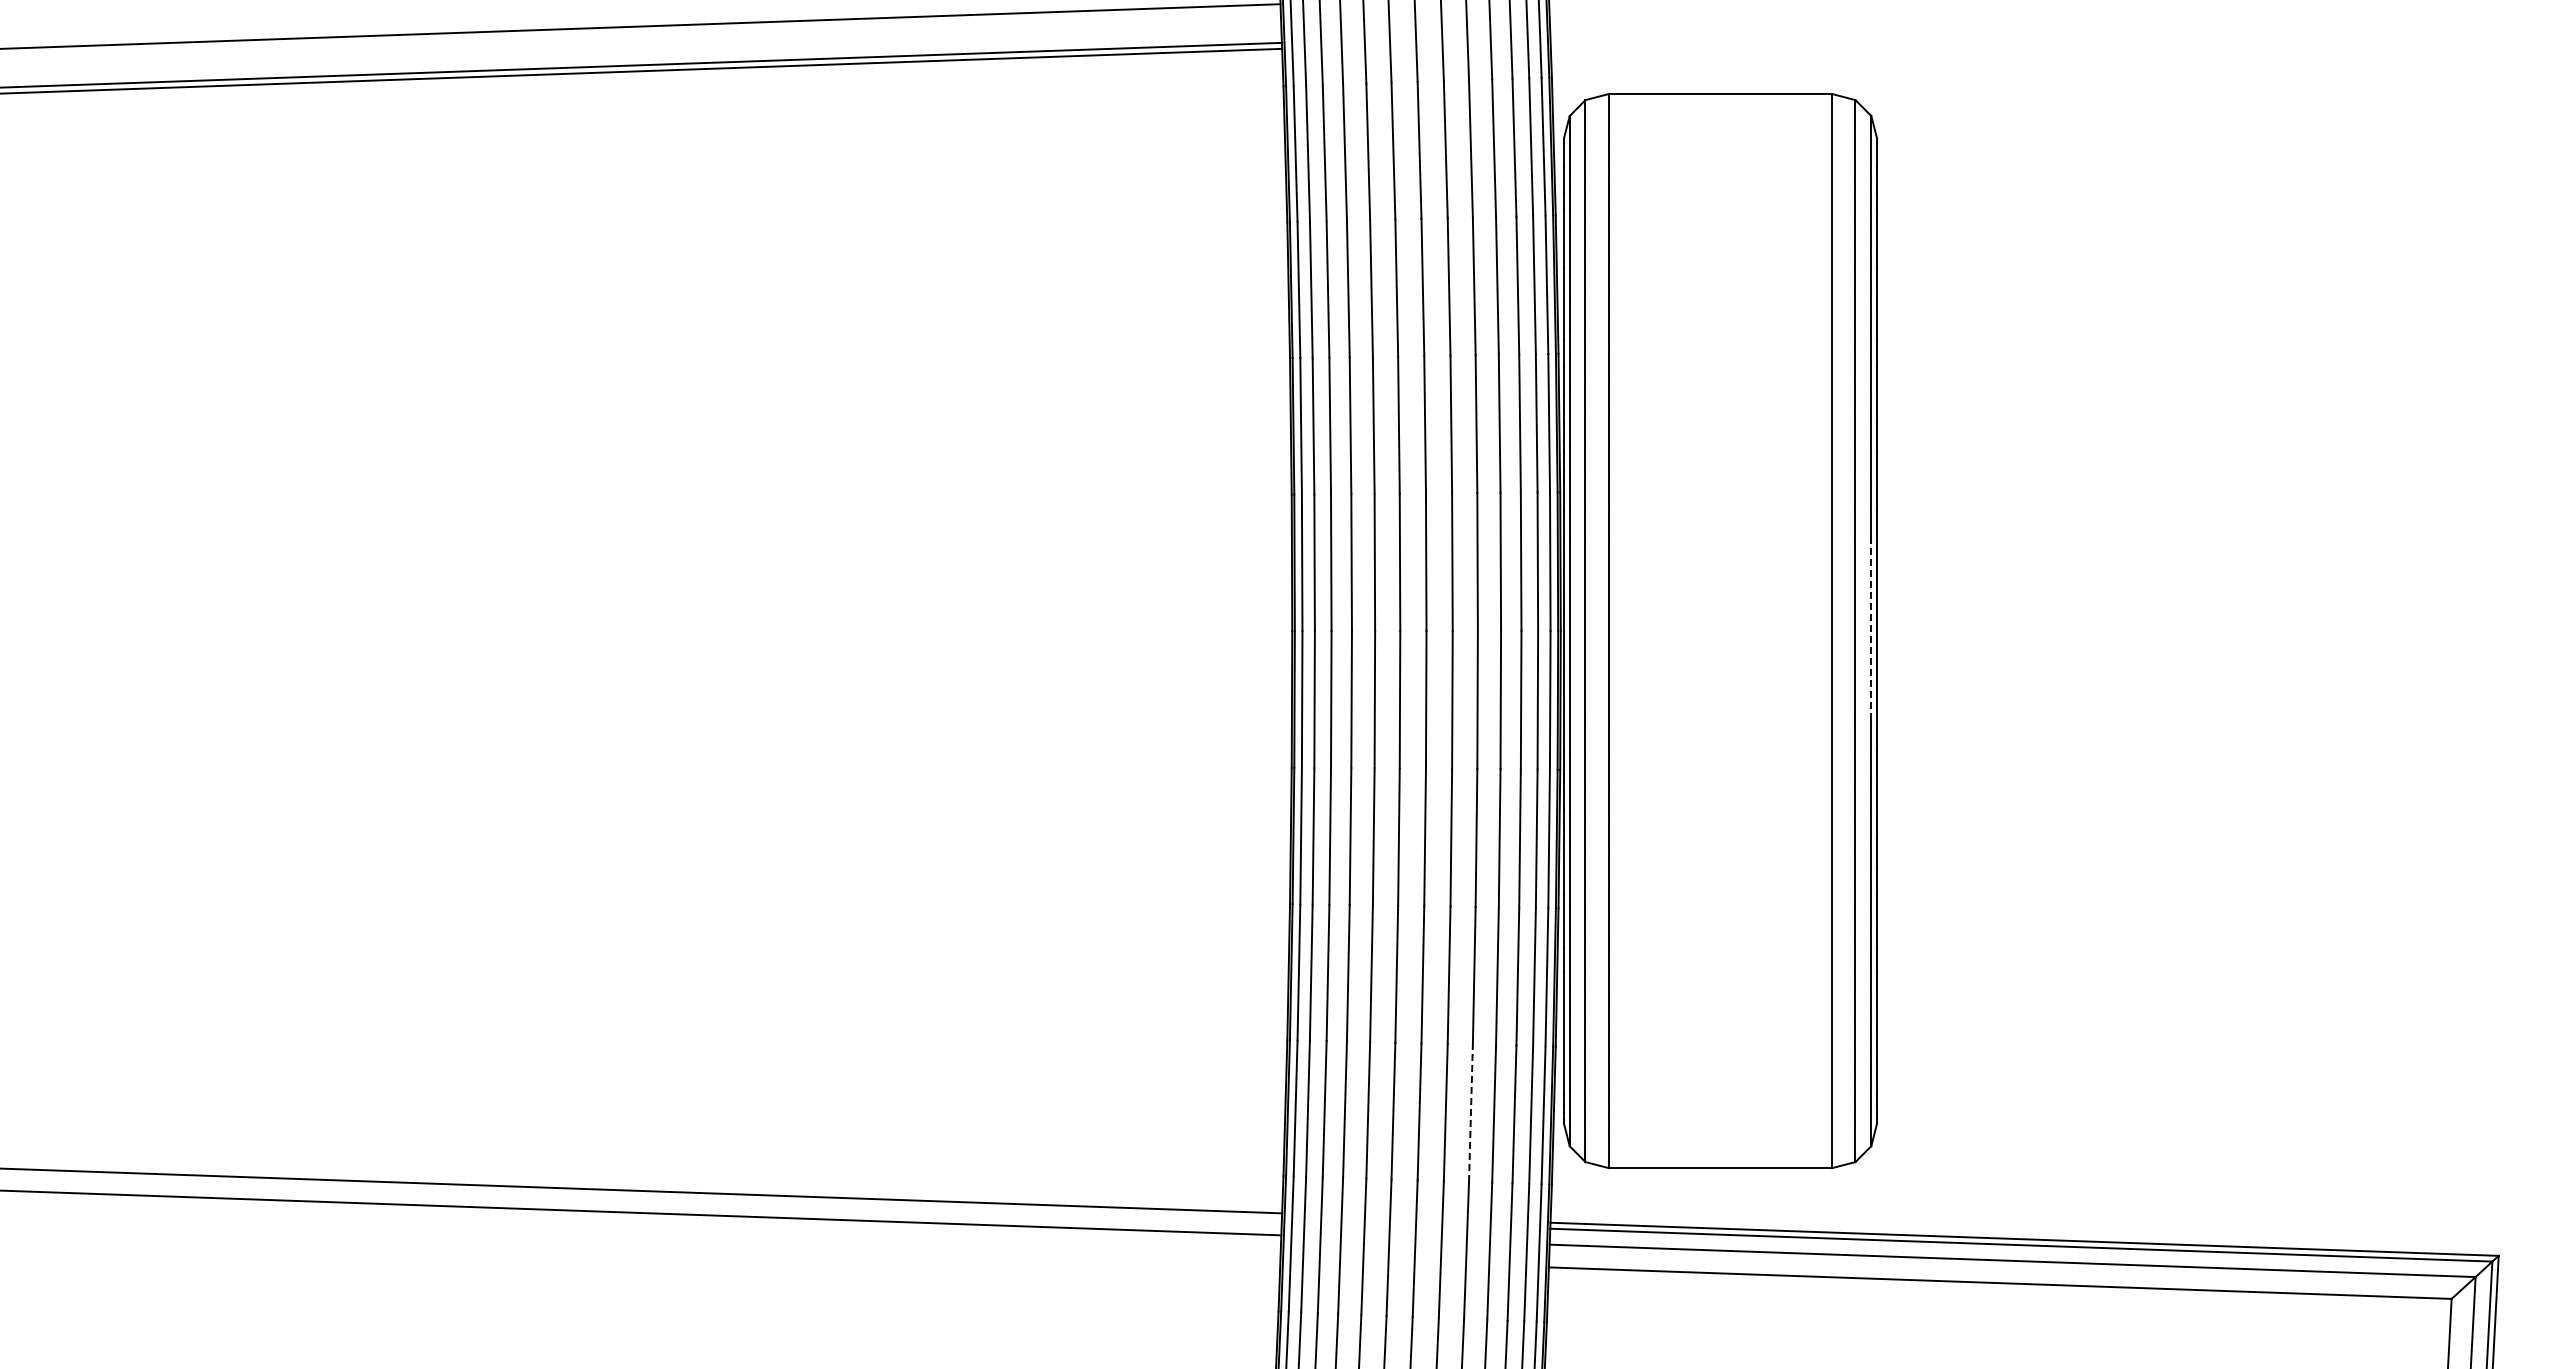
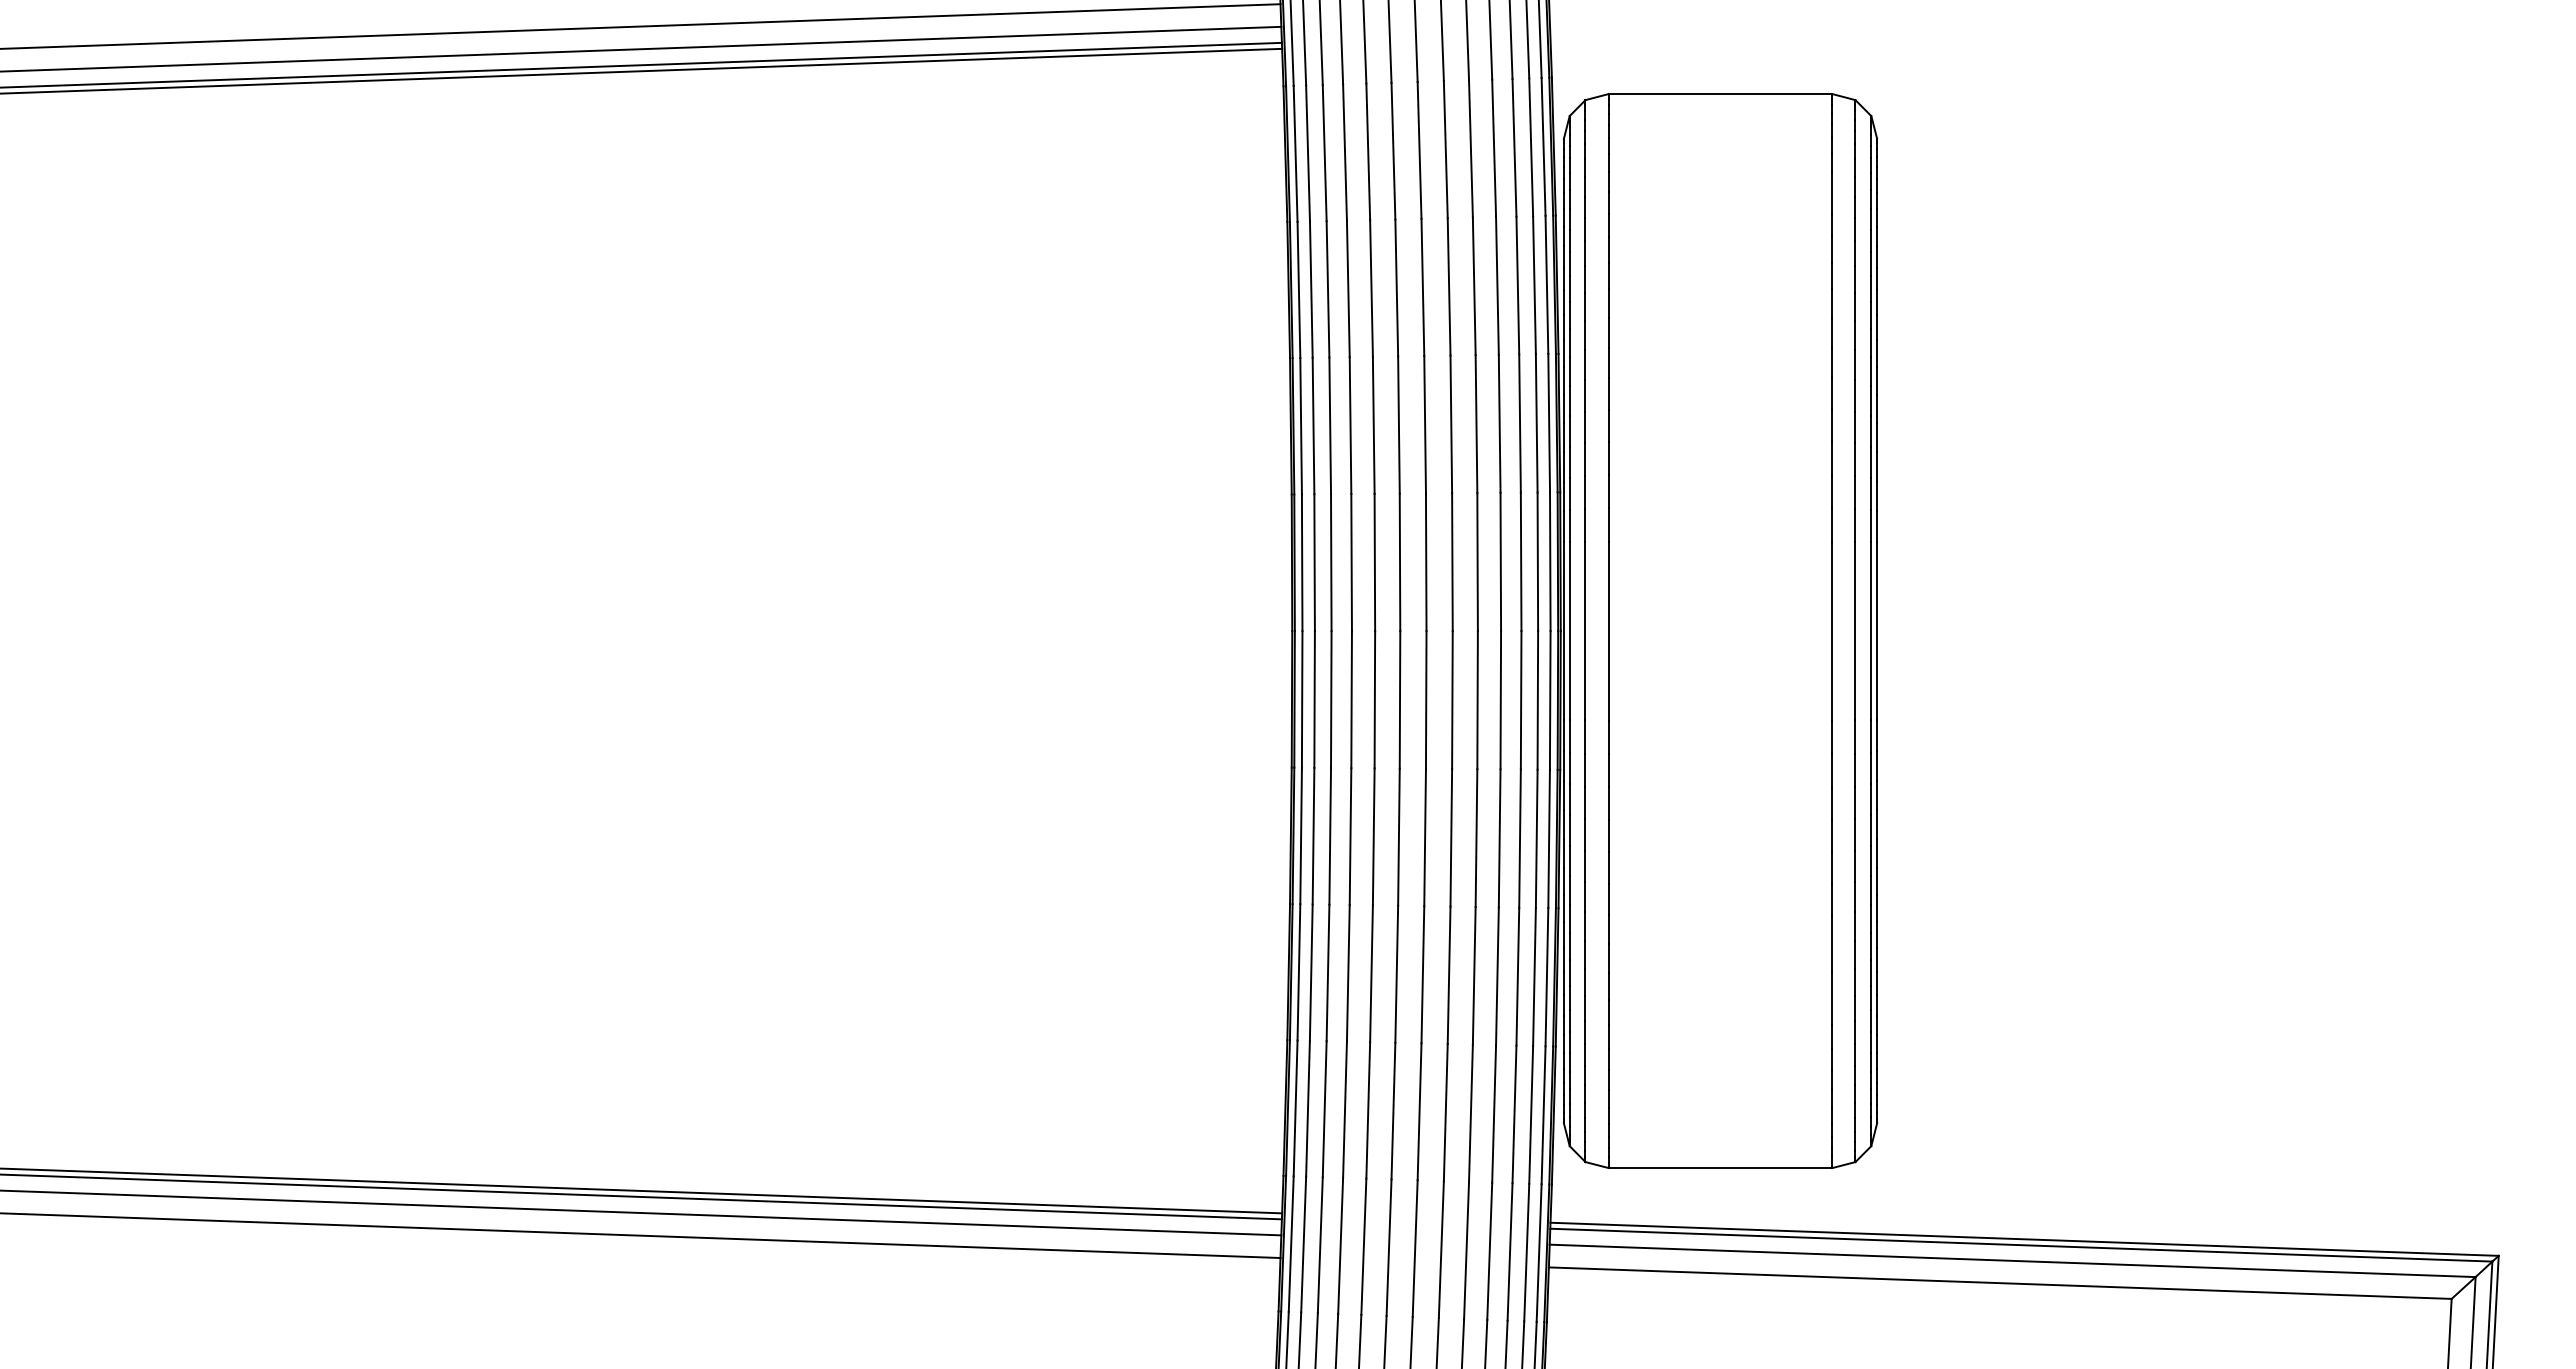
line at (641, 48): none -> present
line at (1871, 630): dashed -> solid
line at (1470, 1113): dashed -> solid
line at (641, 1196): none -> present
line at (641, 1235): none -> present
